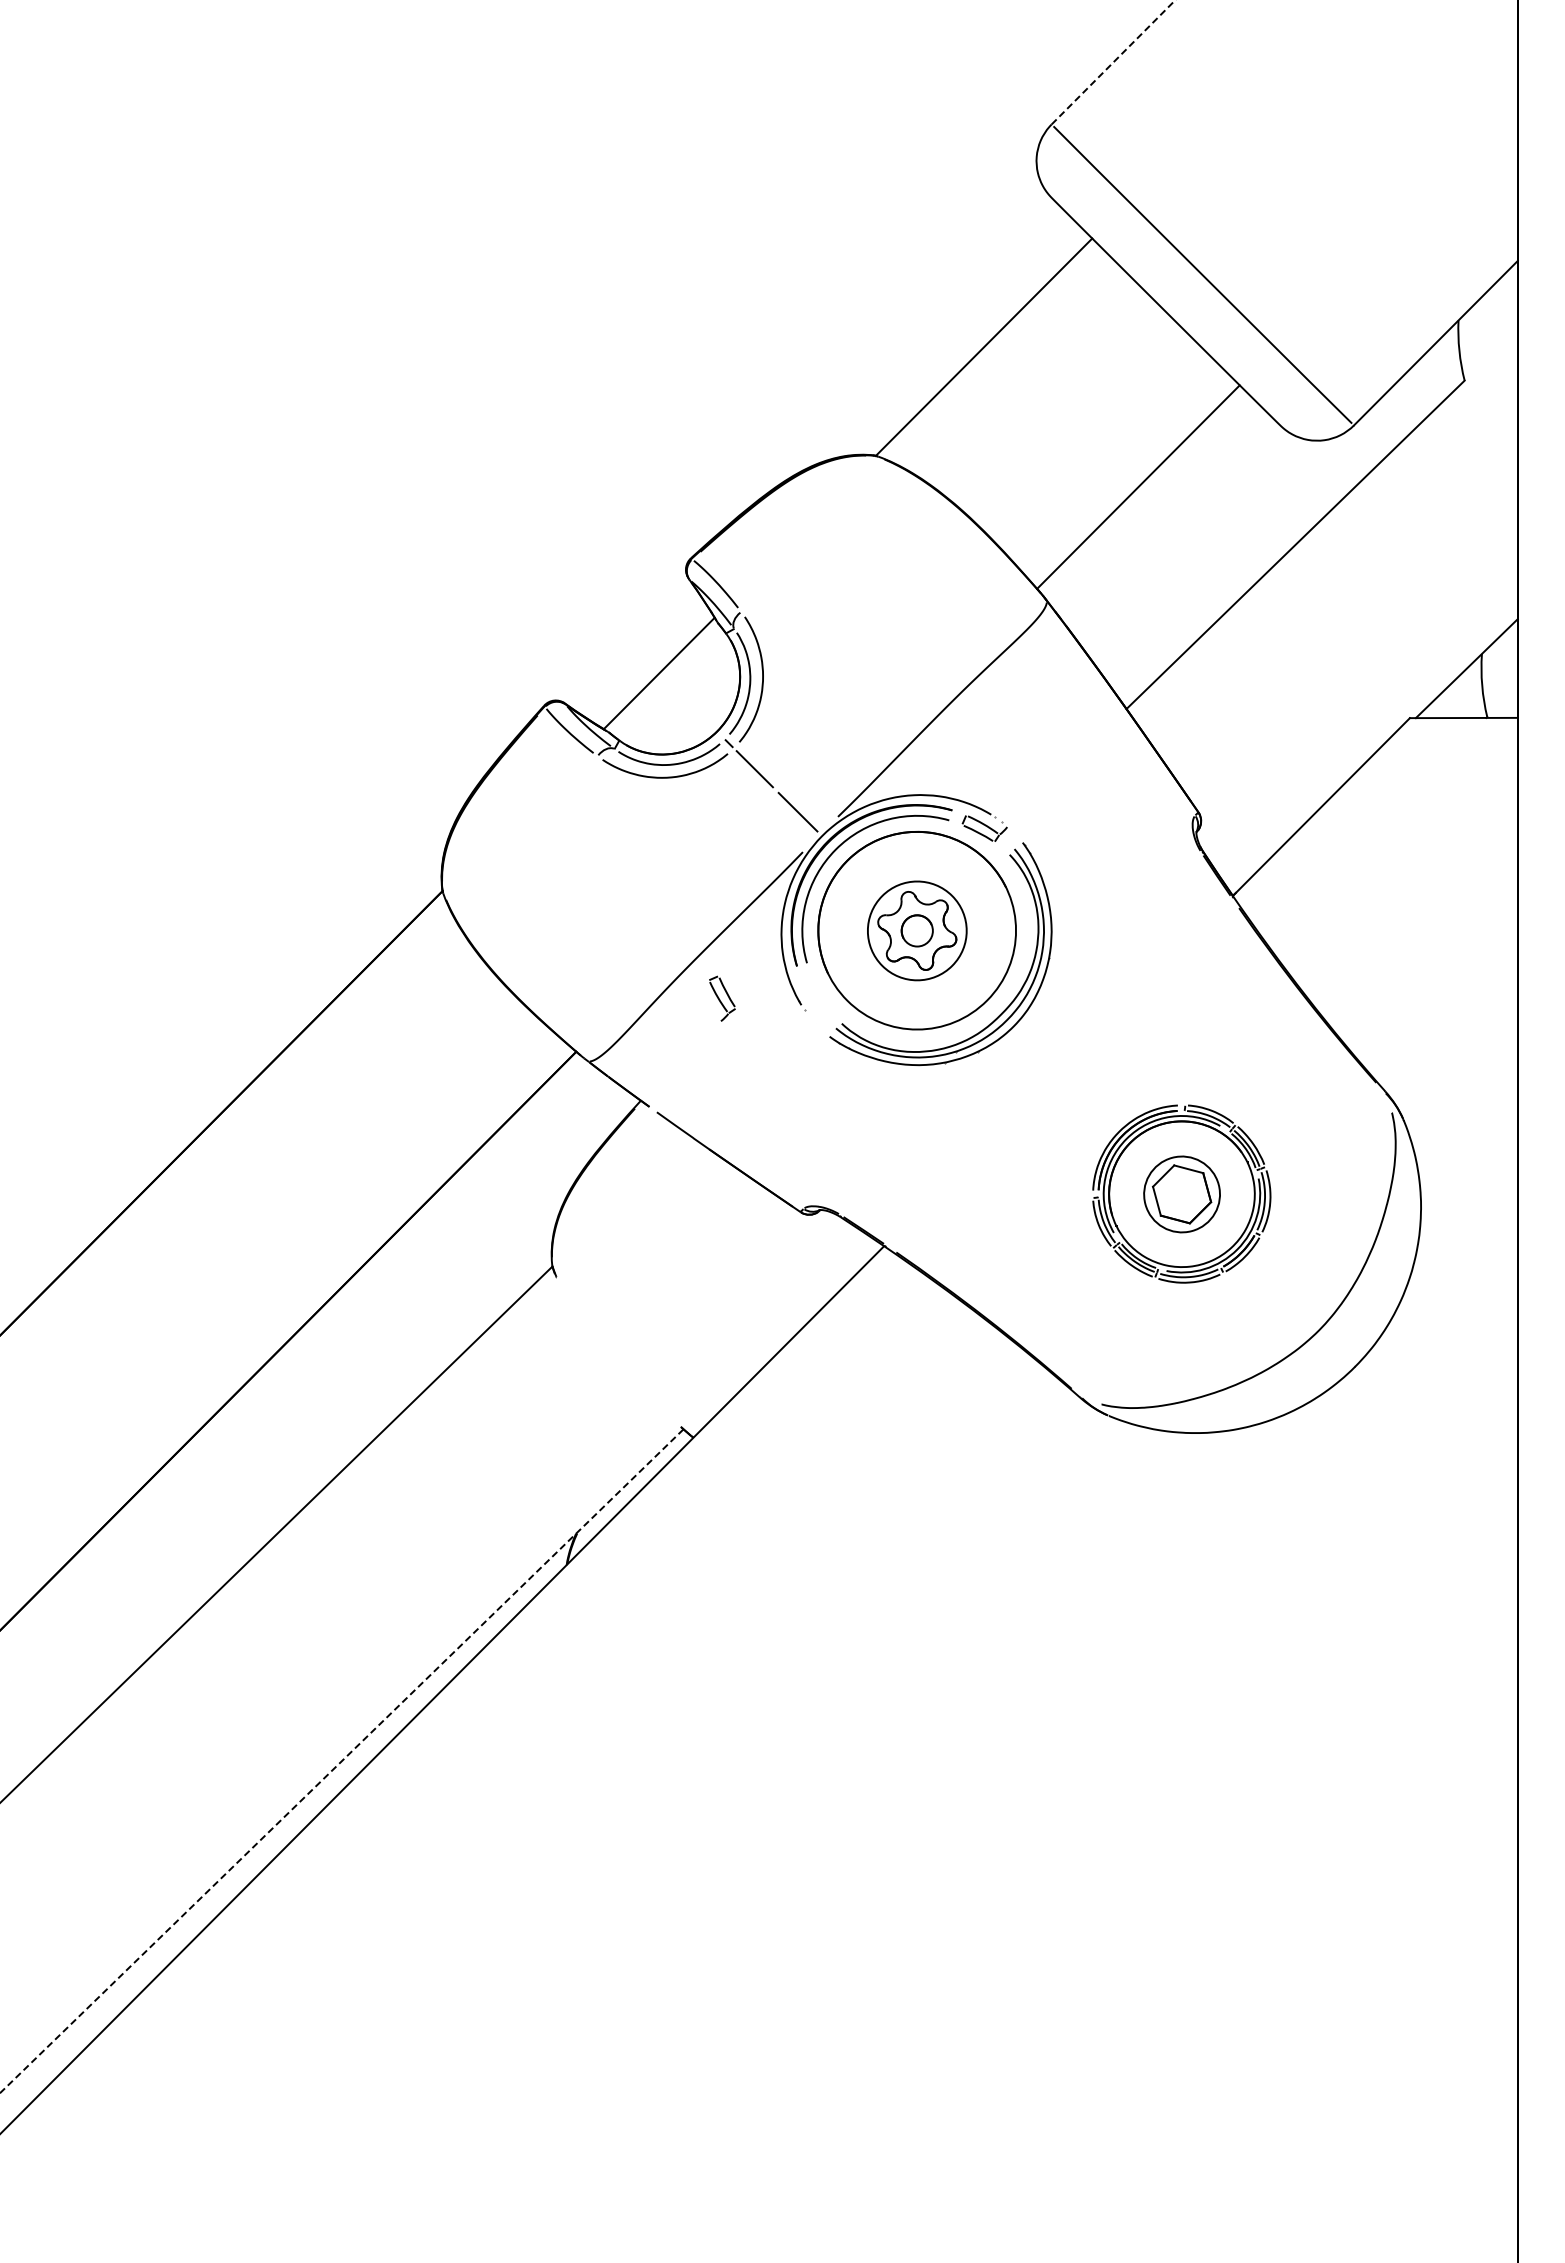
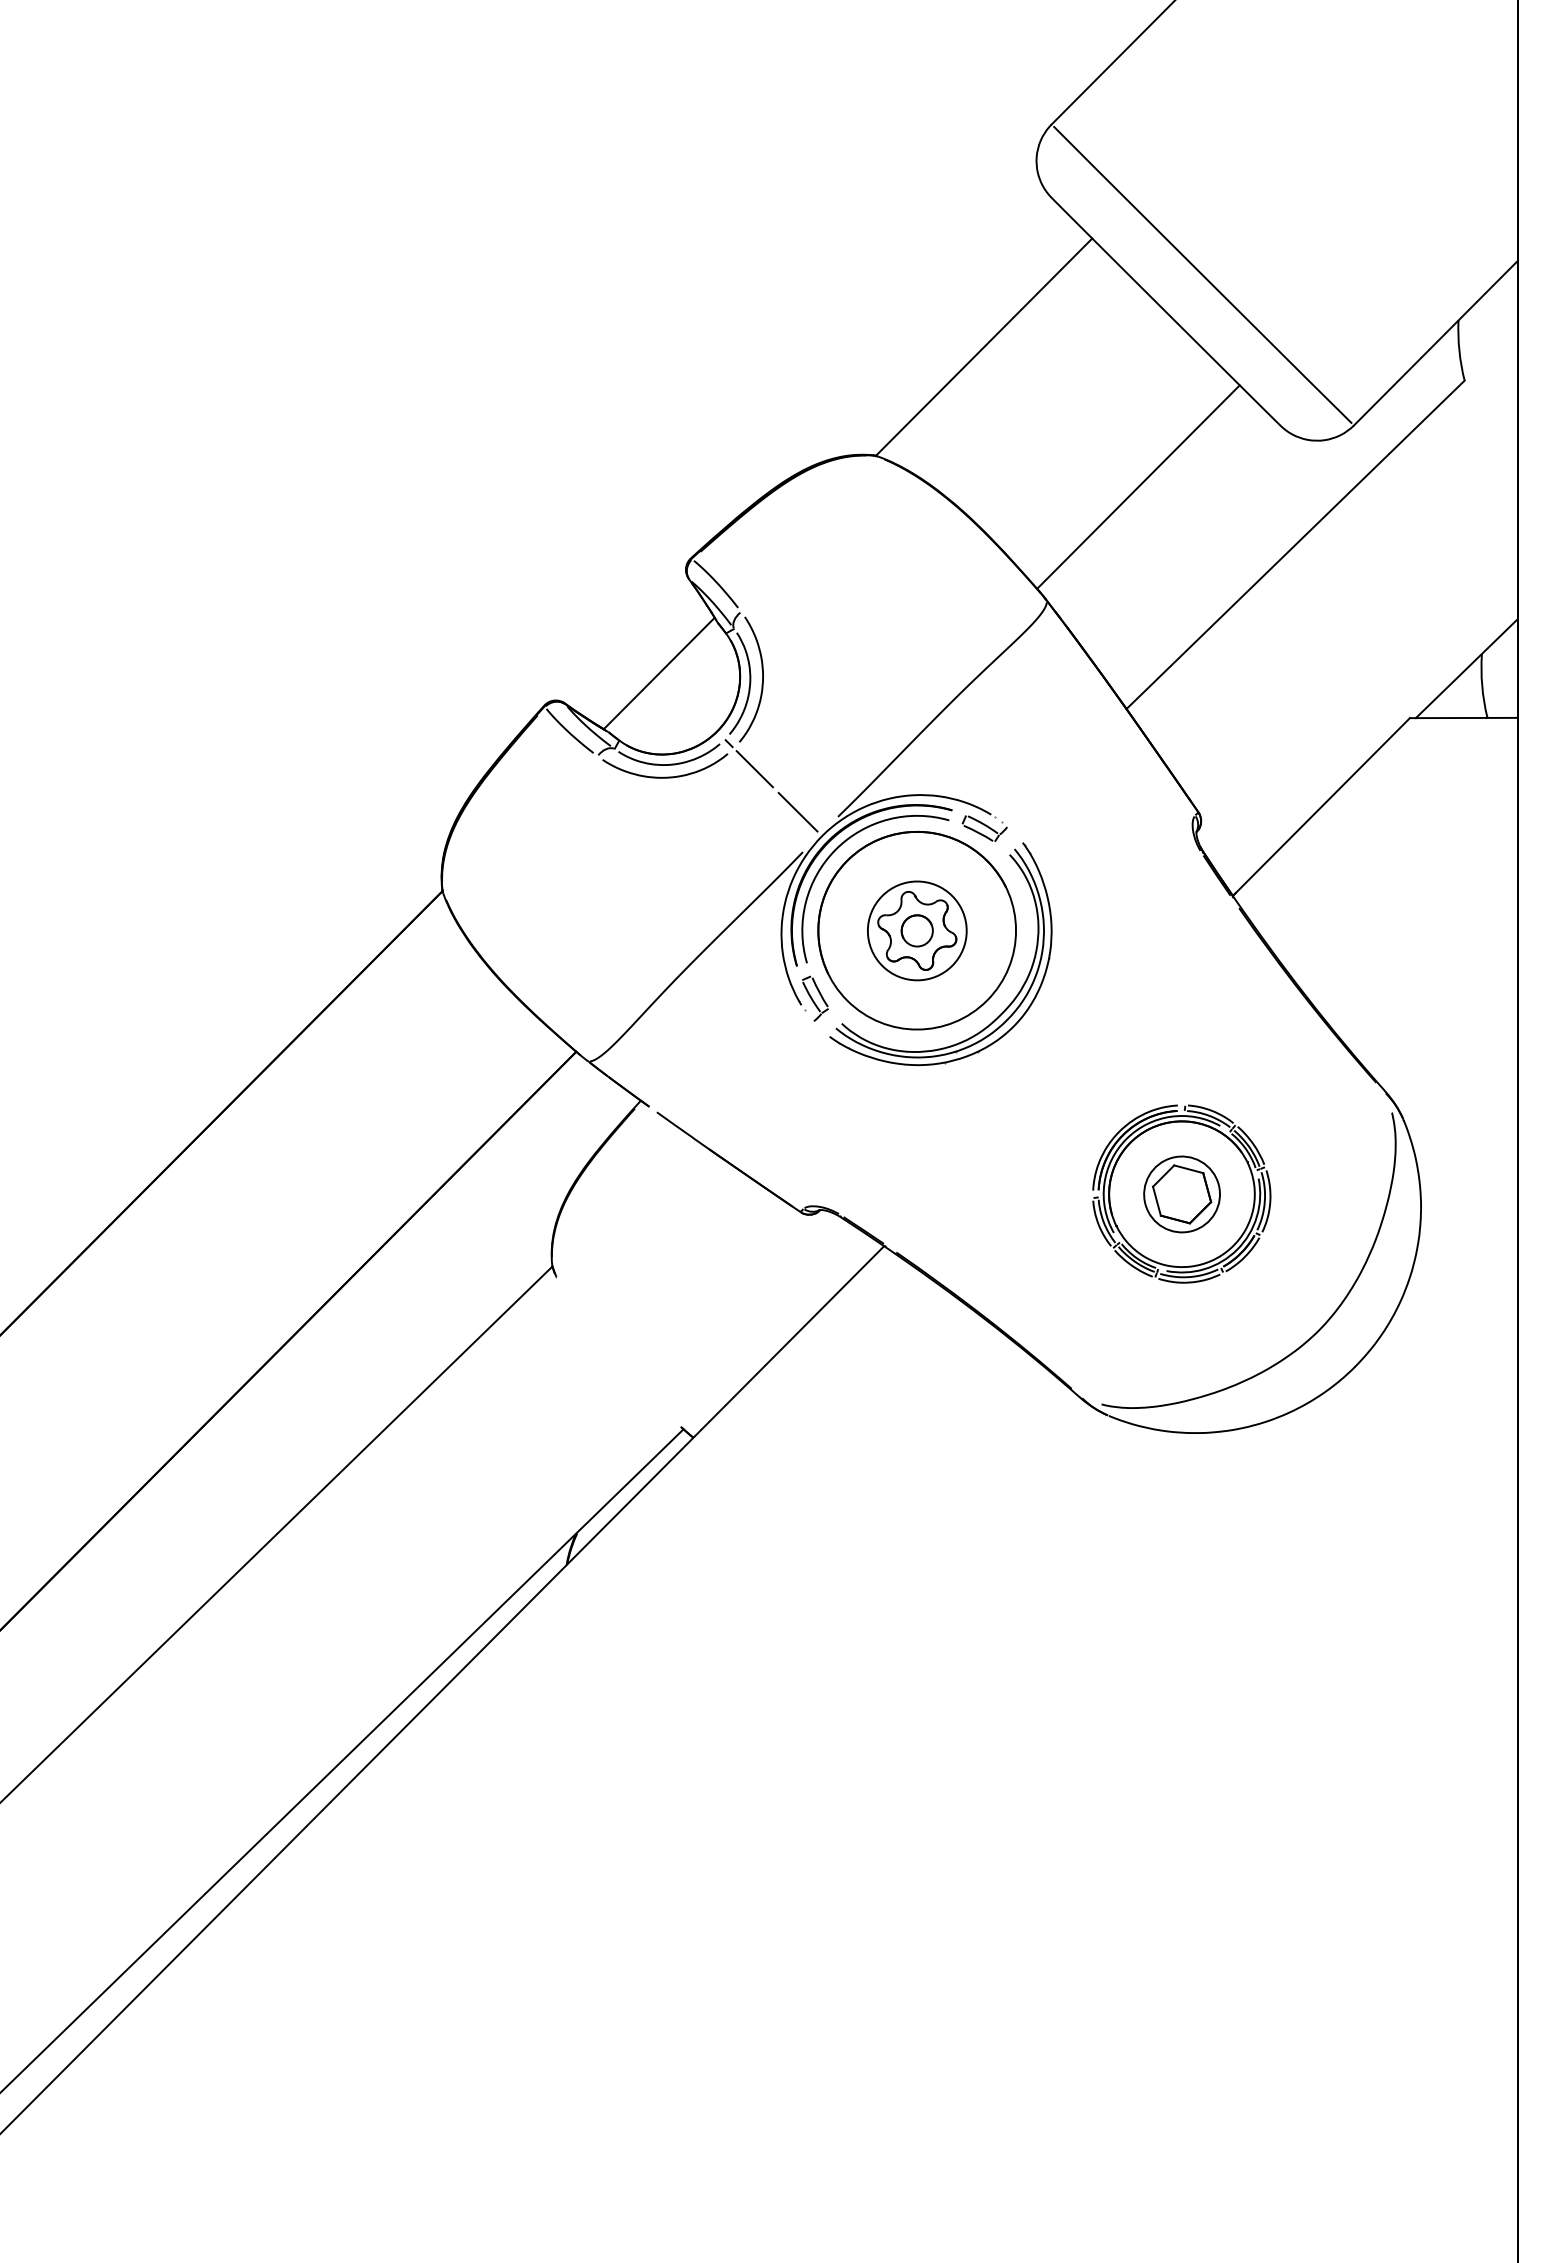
line at (1113, 62): dashed -> solid
part at (722, 998) position: (722, 998) -> (815, 998)
line at (341, 1761): dashed -> solid
